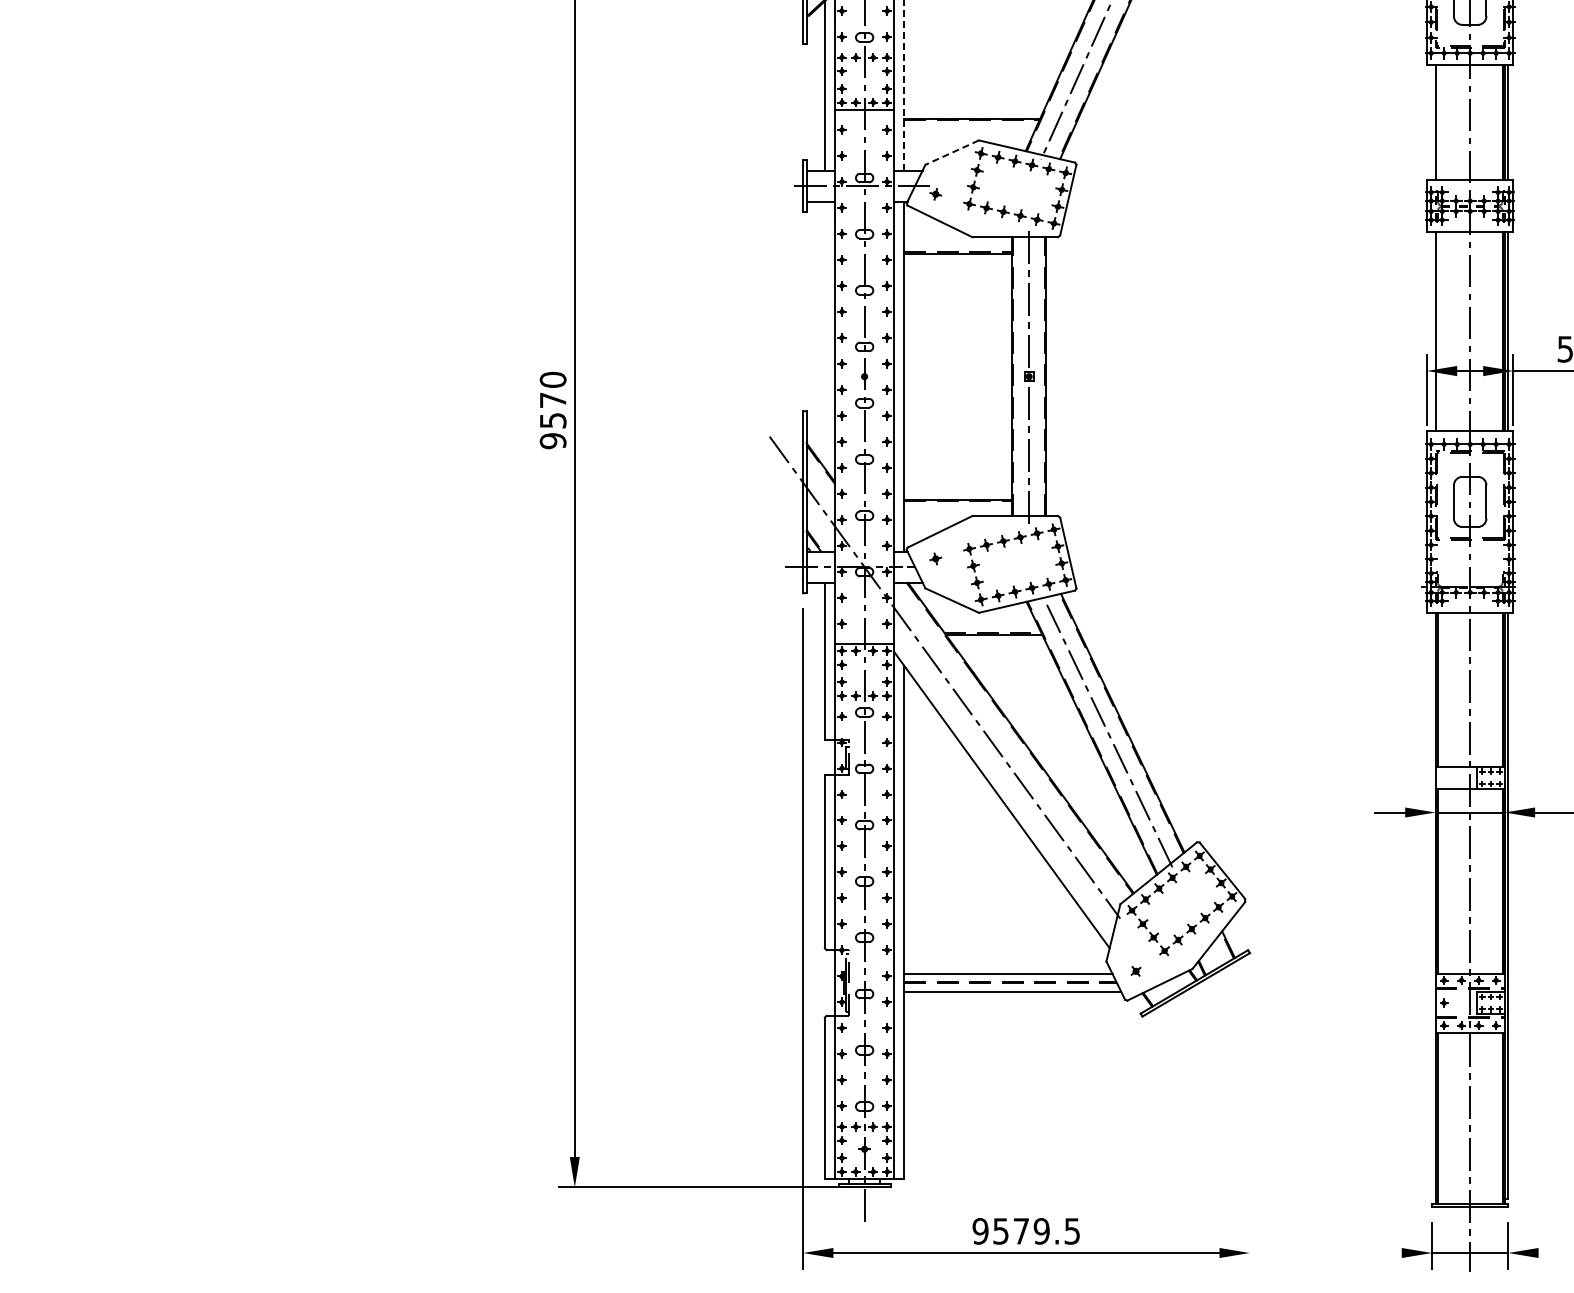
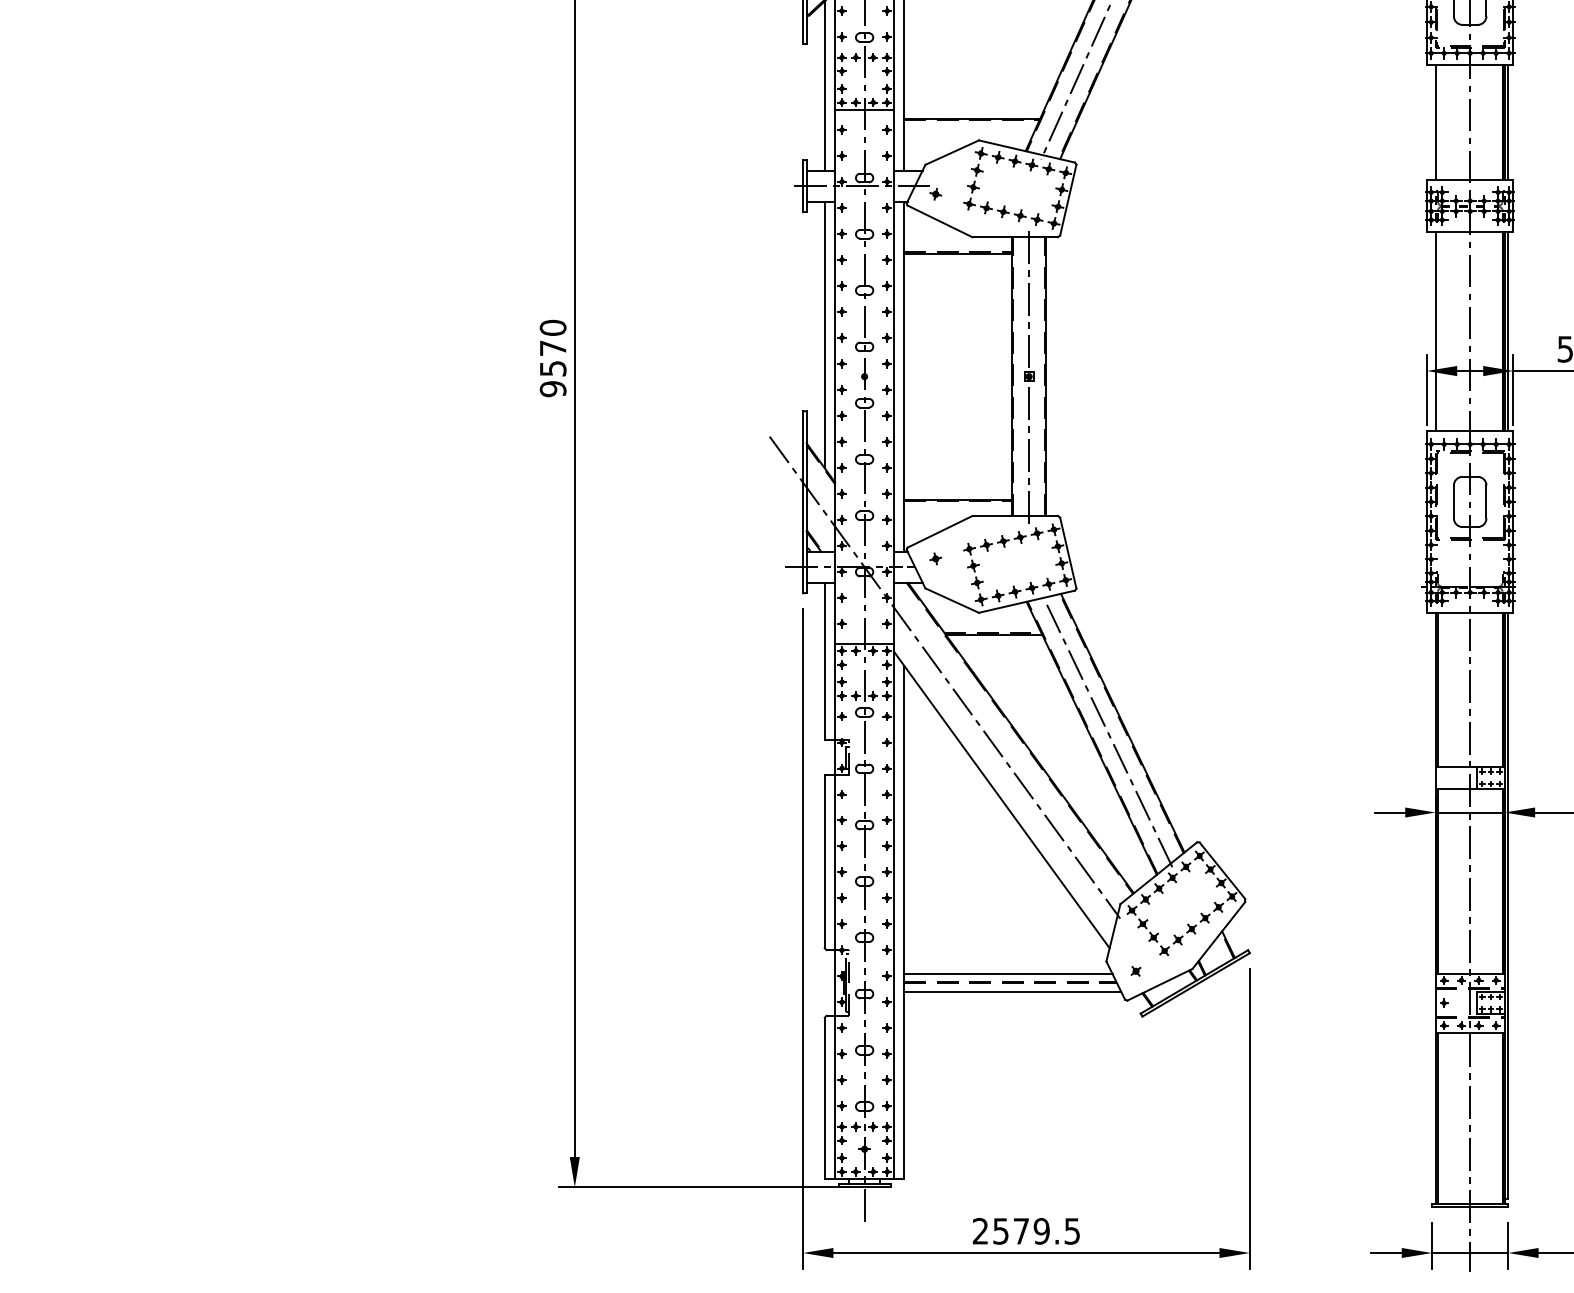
line at (904, 84): dashed -> solid
line at (951, 152): dashed -> solid
line at (824, 334): none -> present
text at (552, 410) position: (552, 410) -> (552, 358)
line at (1249, 1118): none -> present
text at (980, 1231): 9579.5 -> 2579.5
line at (1386, 1253): none -> present
line at (1554, 1253): none -> present
